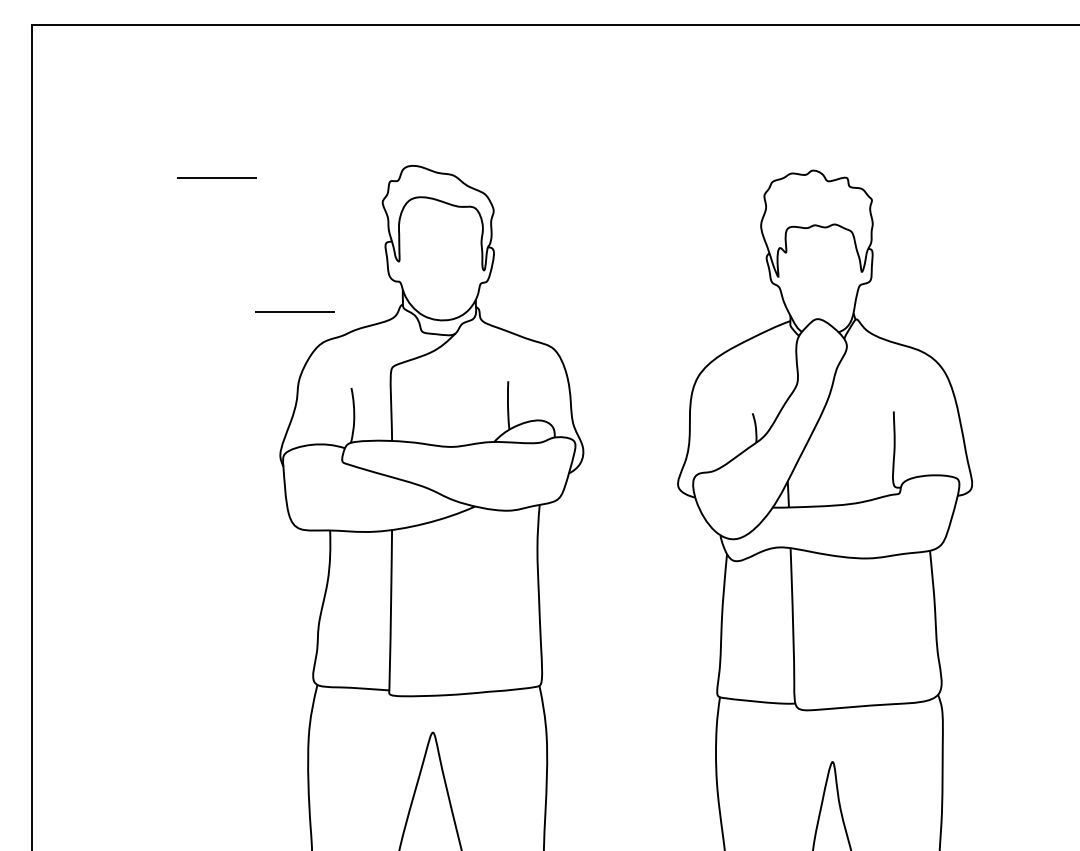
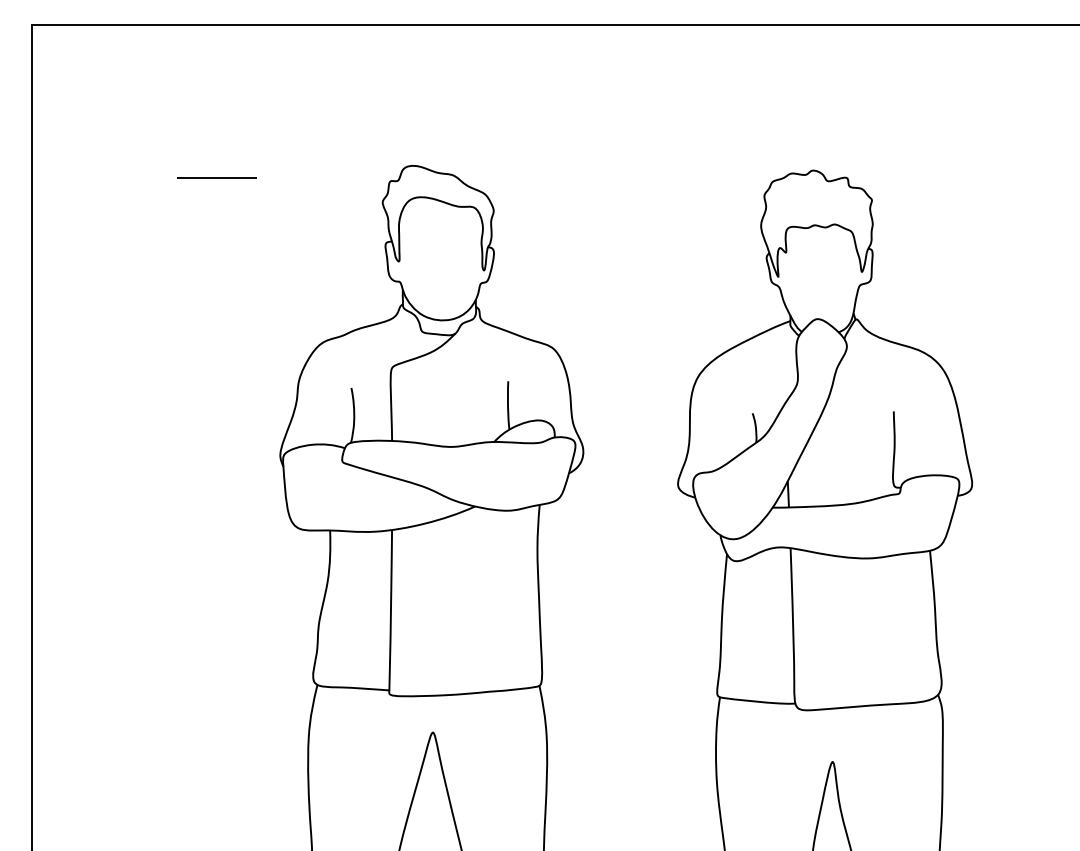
line at (294, 311): present -> none
